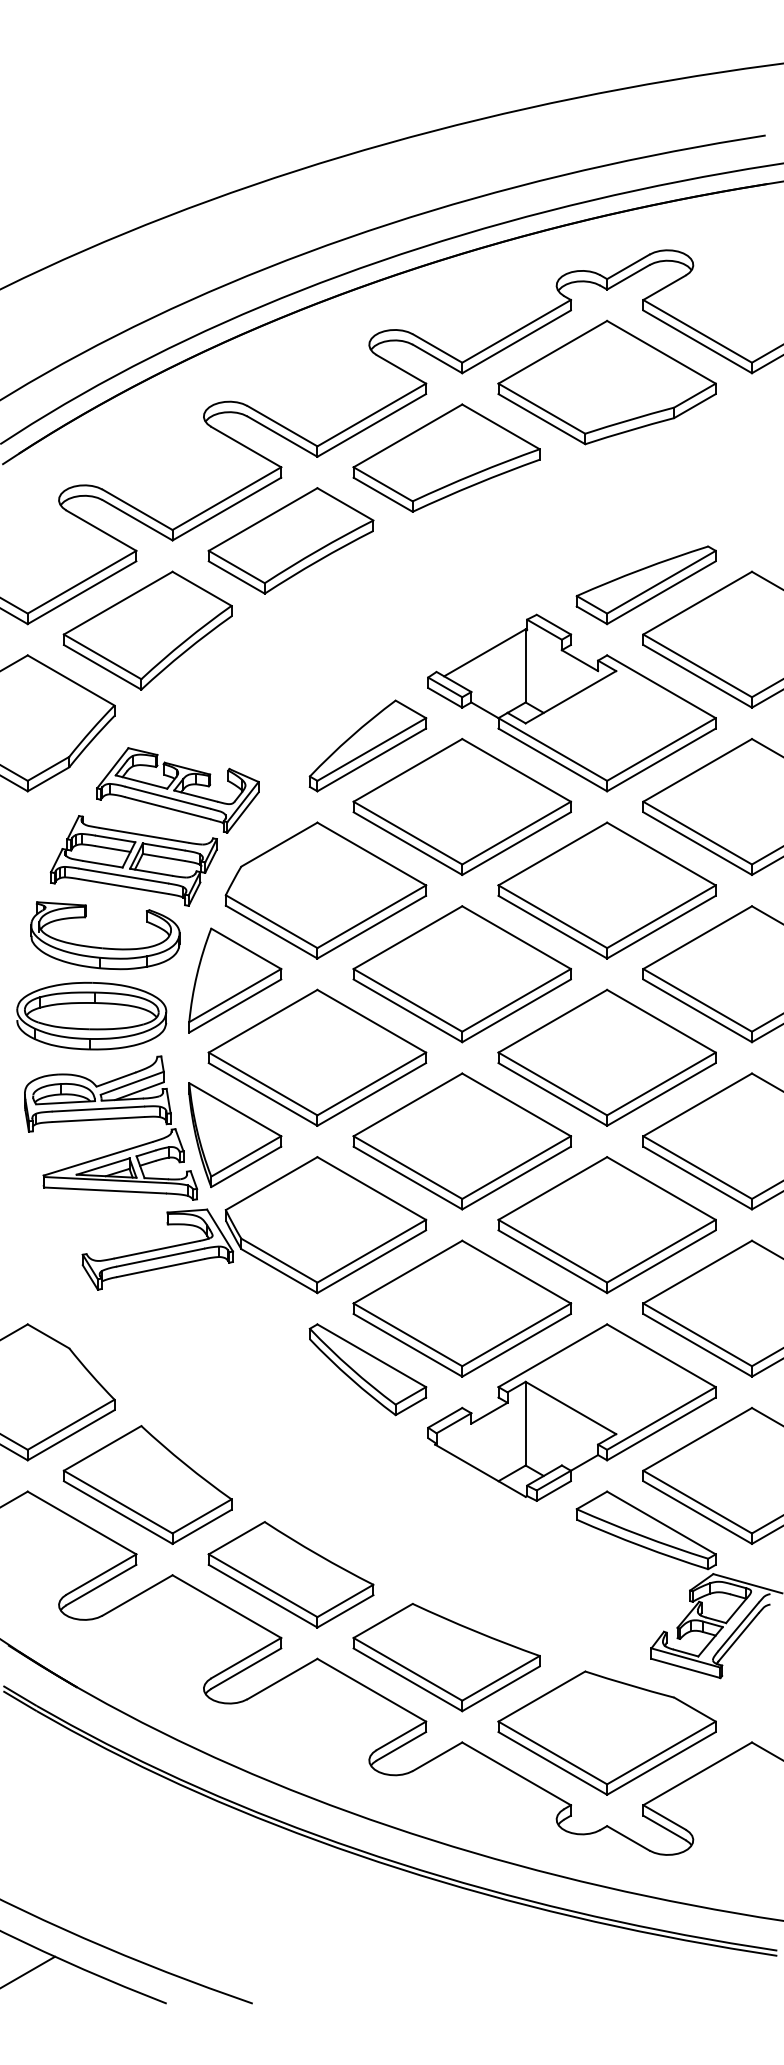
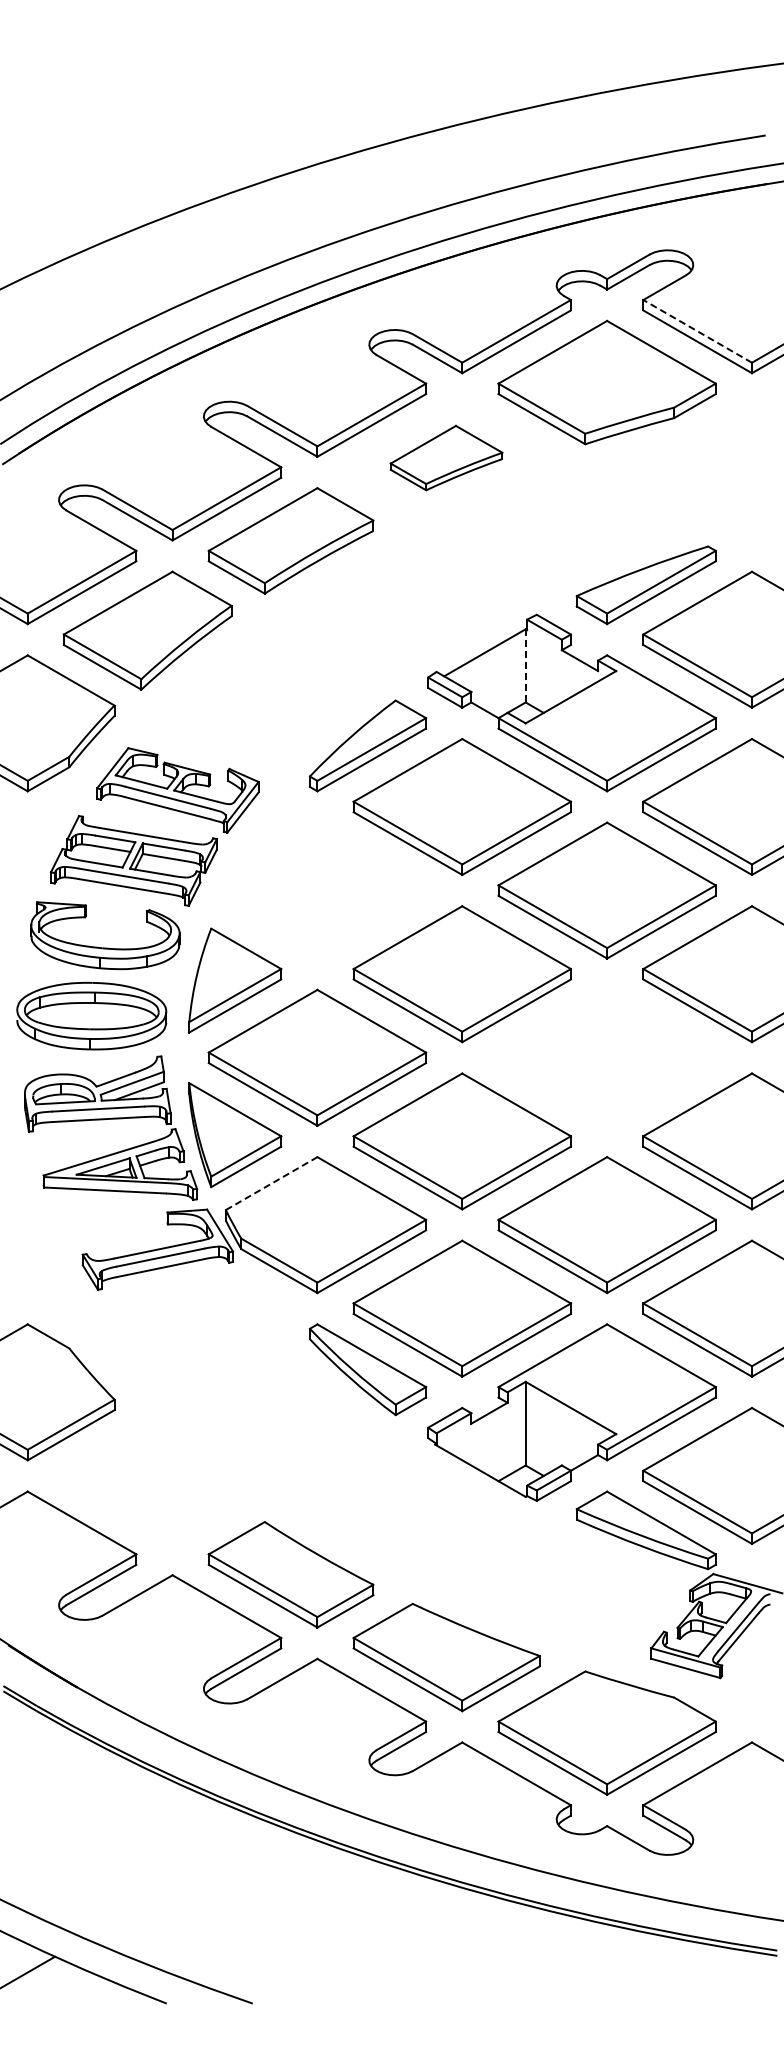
line at (697, 331): solid -> dashed
part at (446, 457) size: 189x110 px -> 115x68 px
line at (525, 665): solid -> dashed
part at (325, 890): present -> none
part at (606, 1057): present -> none
line at (271, 1183): solid -> dashed
part at (147, 1484): present -> none
